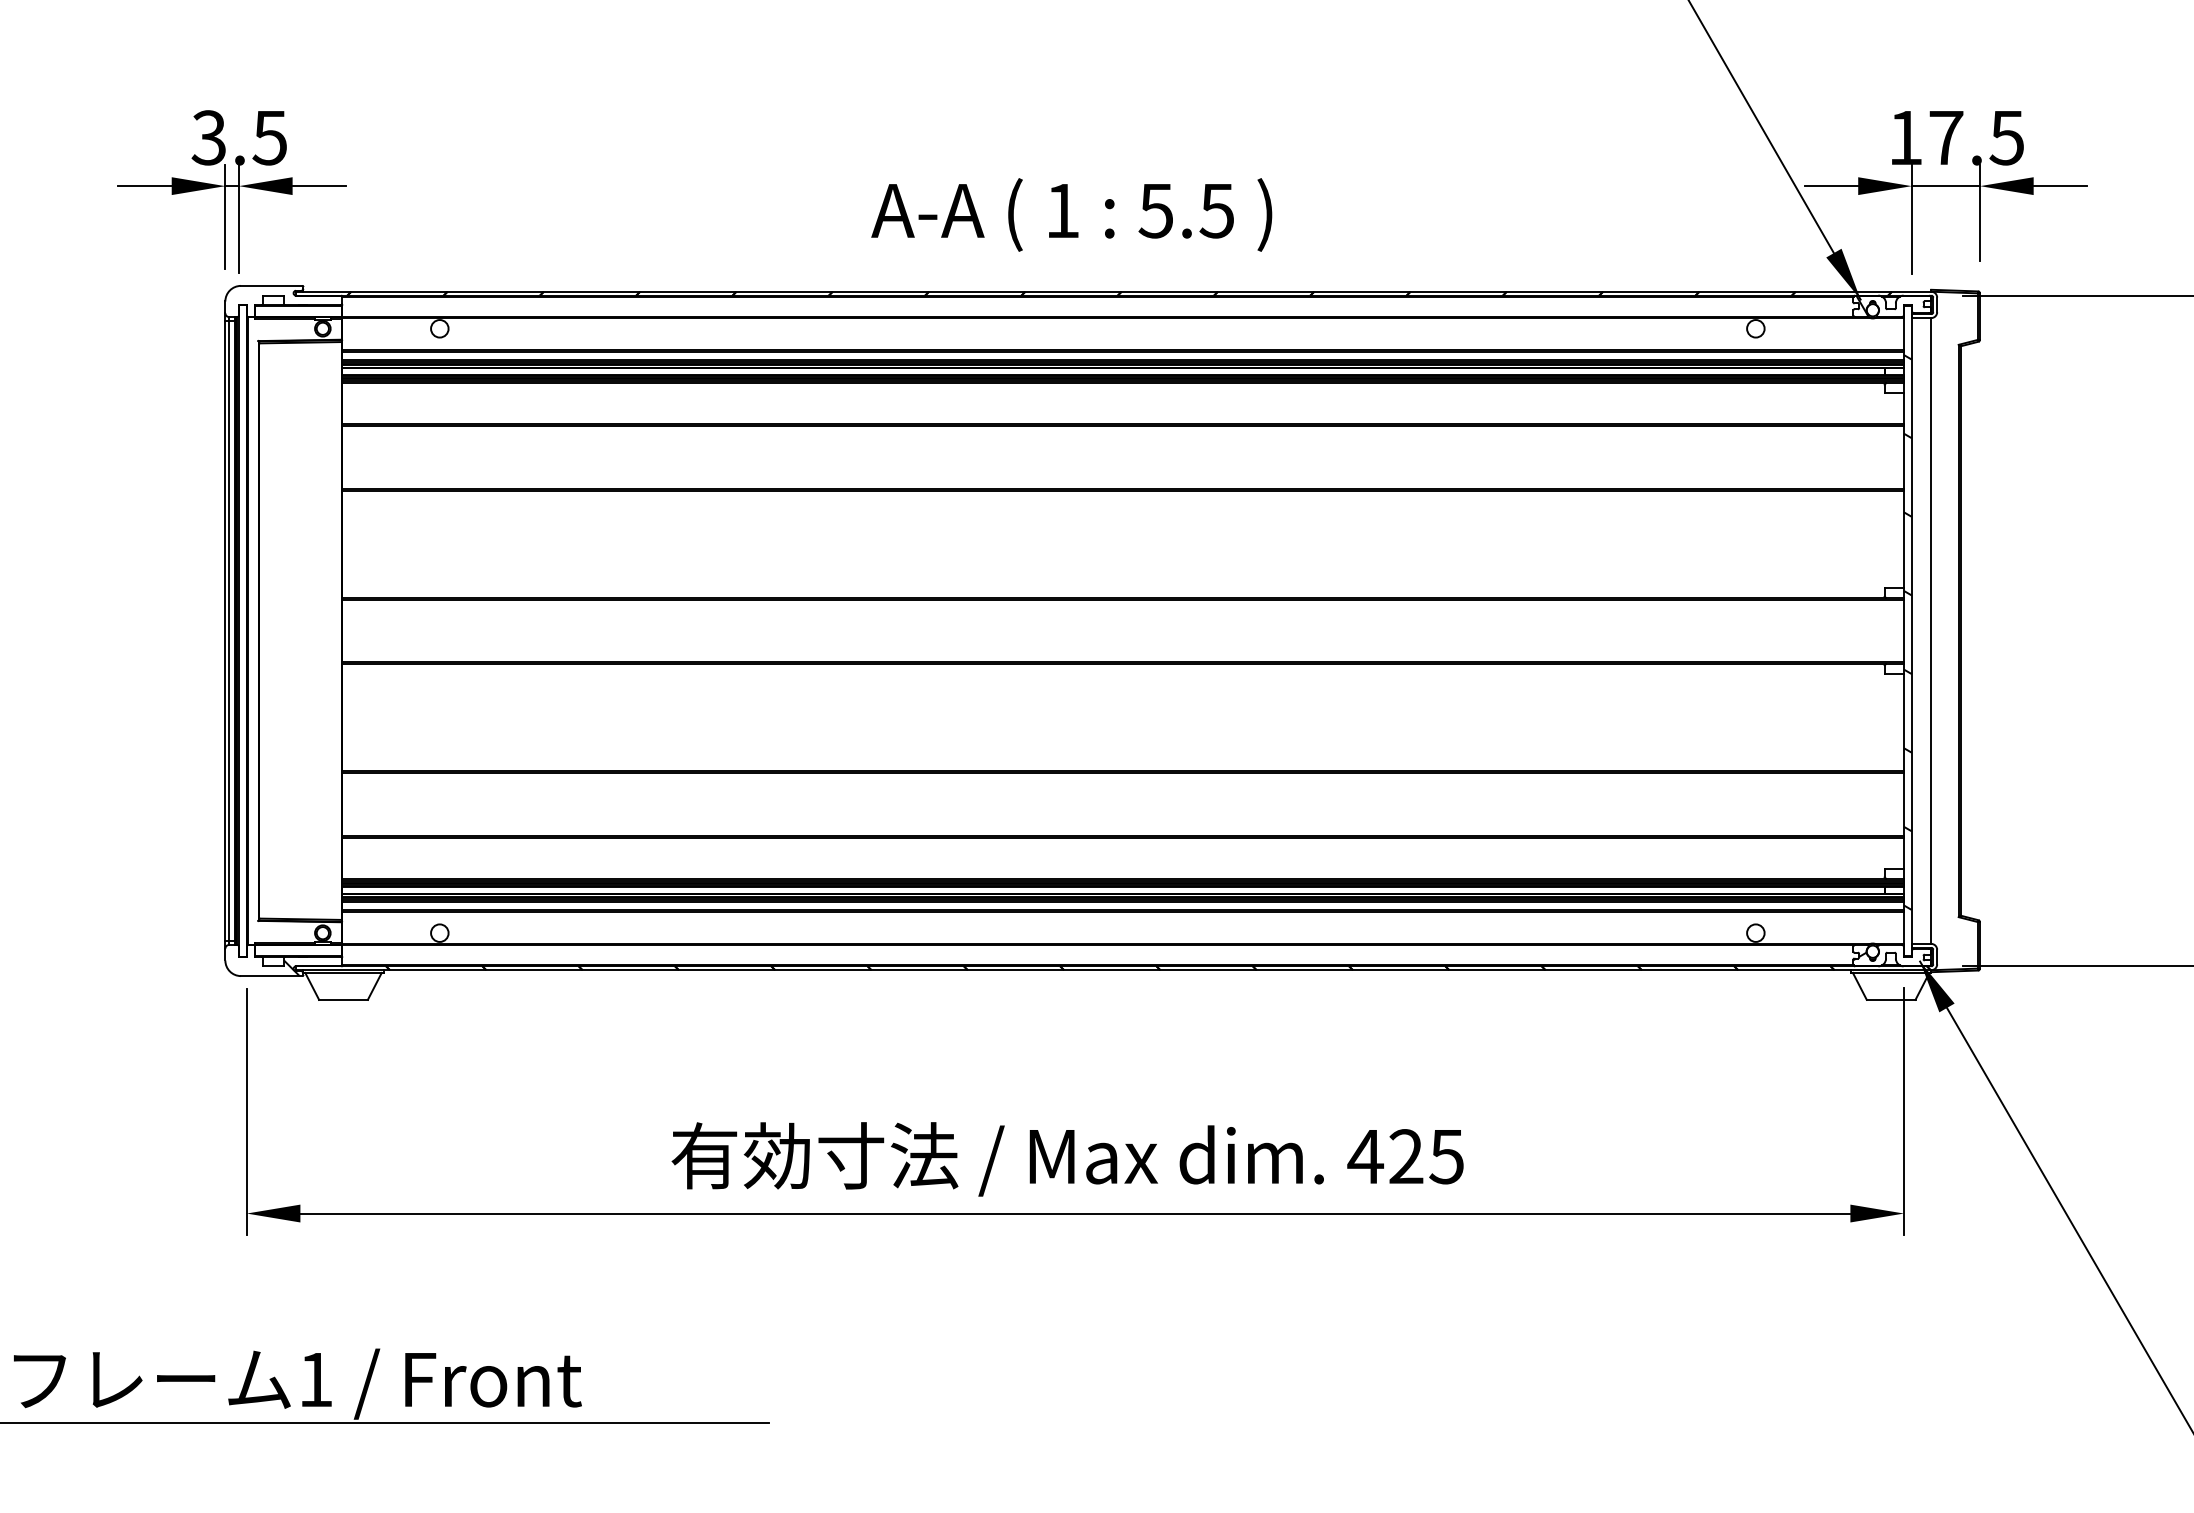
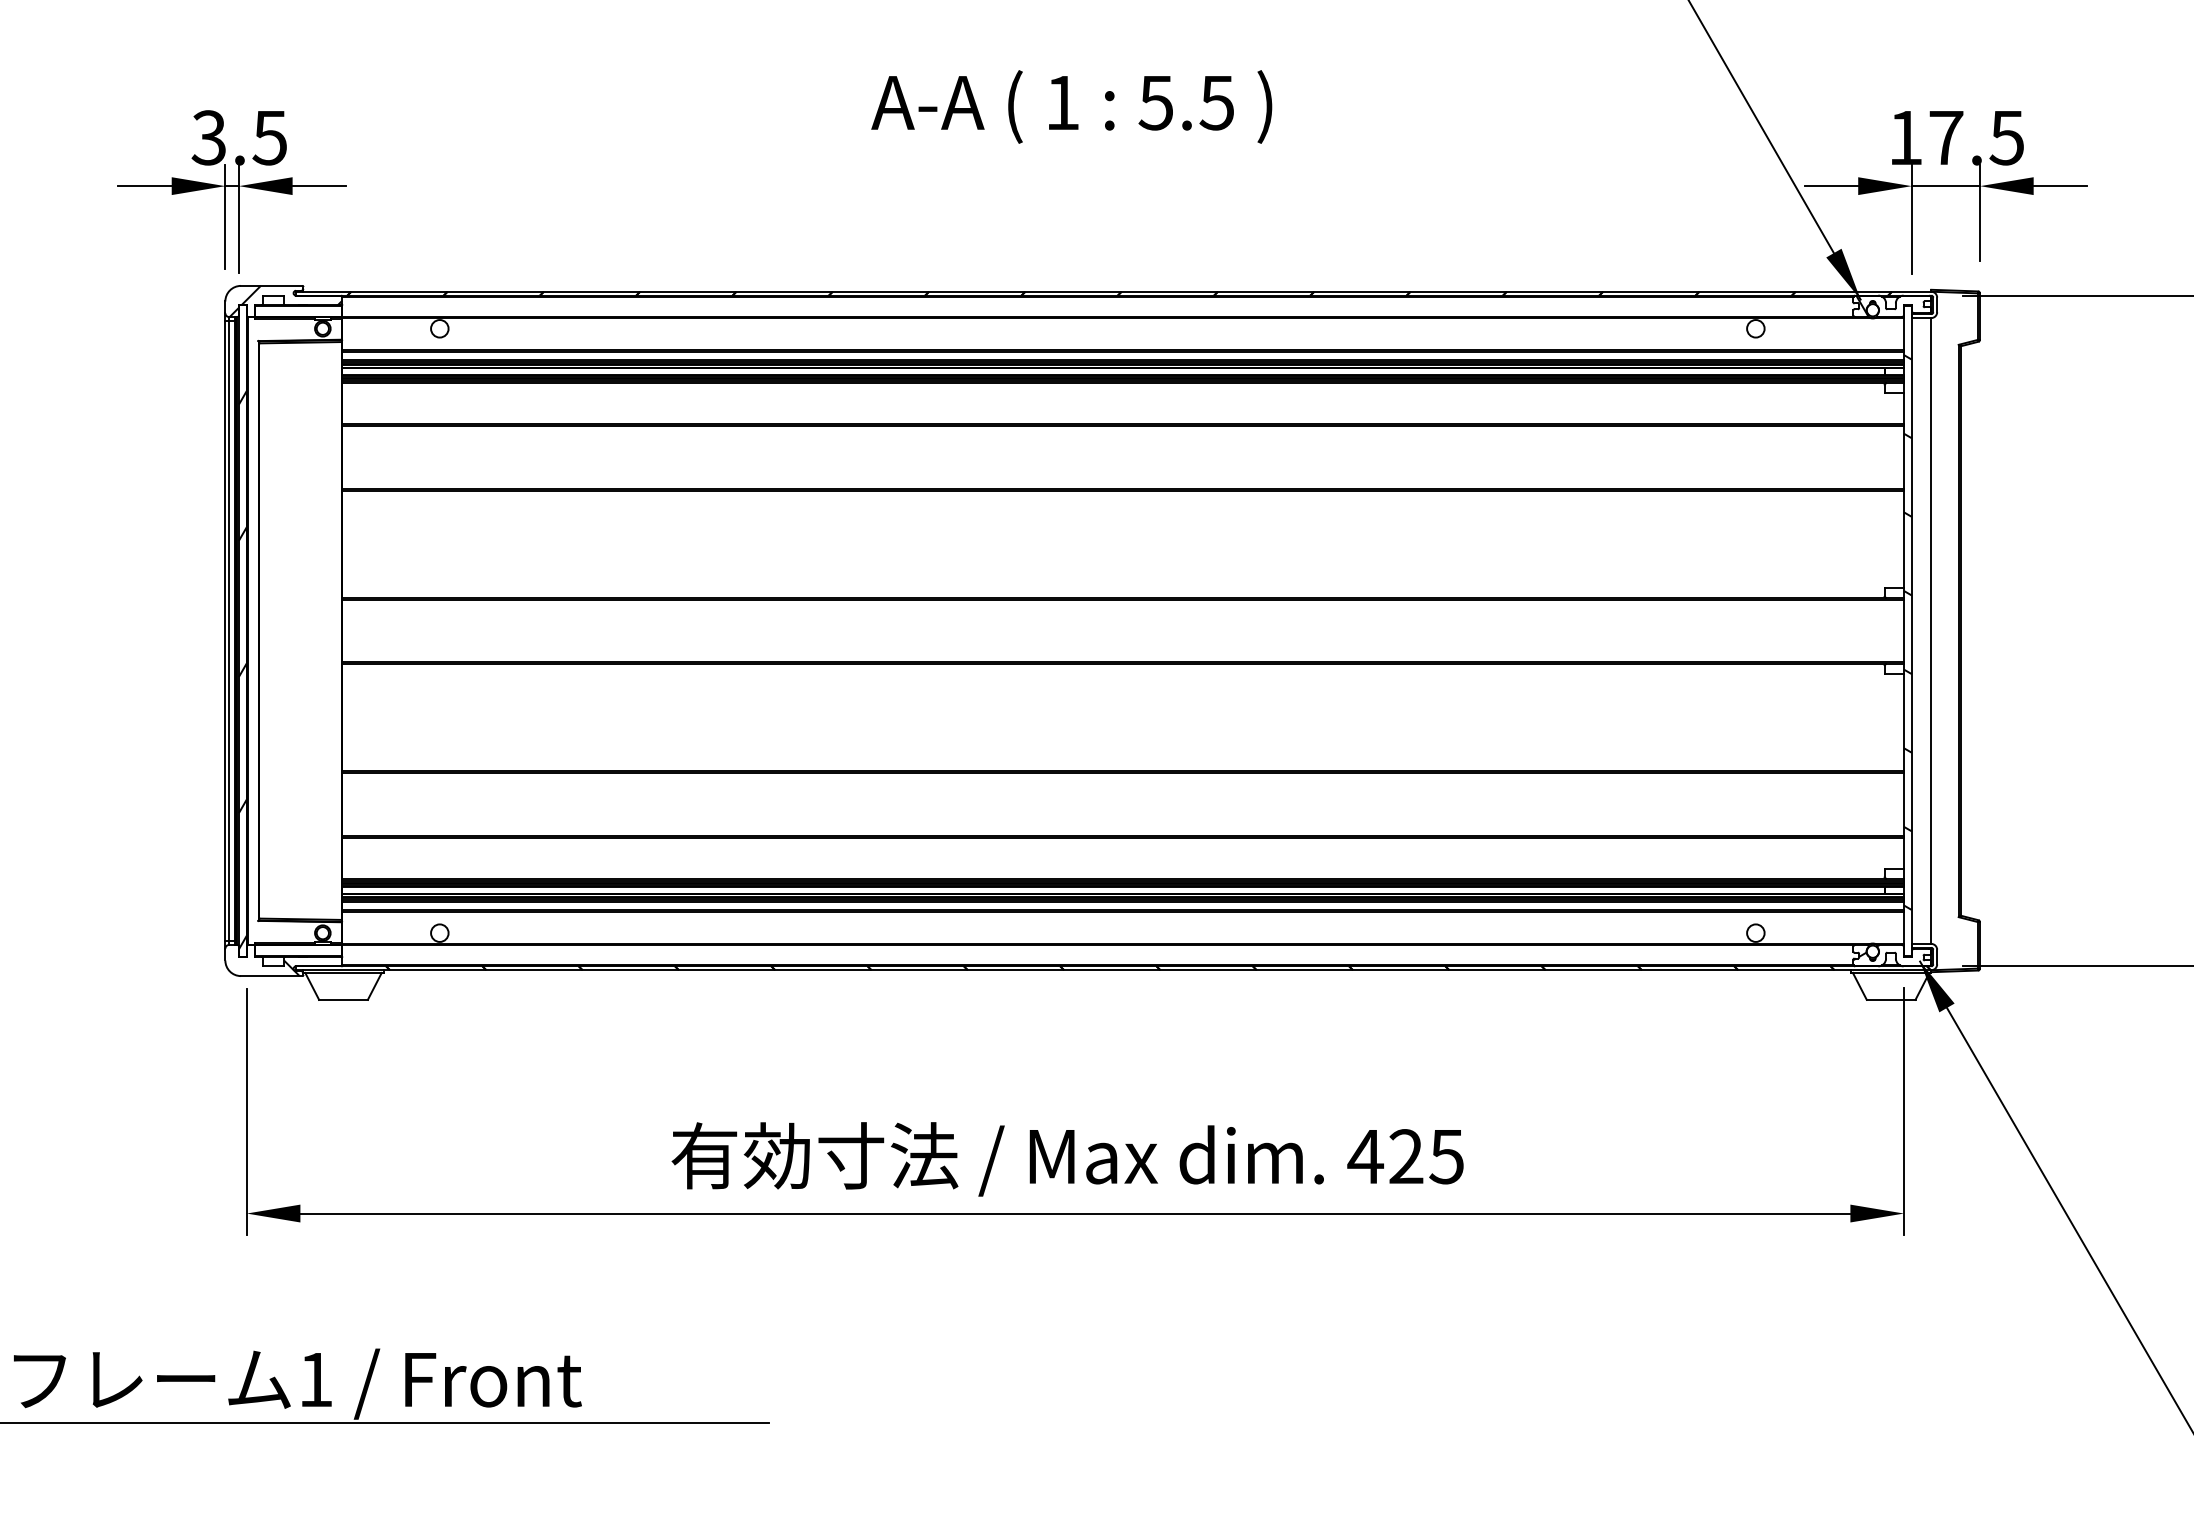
text at (1071, 214) position: (1071, 214) -> (1071, 106)
hatch at (285, 301): none -> present
hatch at (242, 669): none -> present
